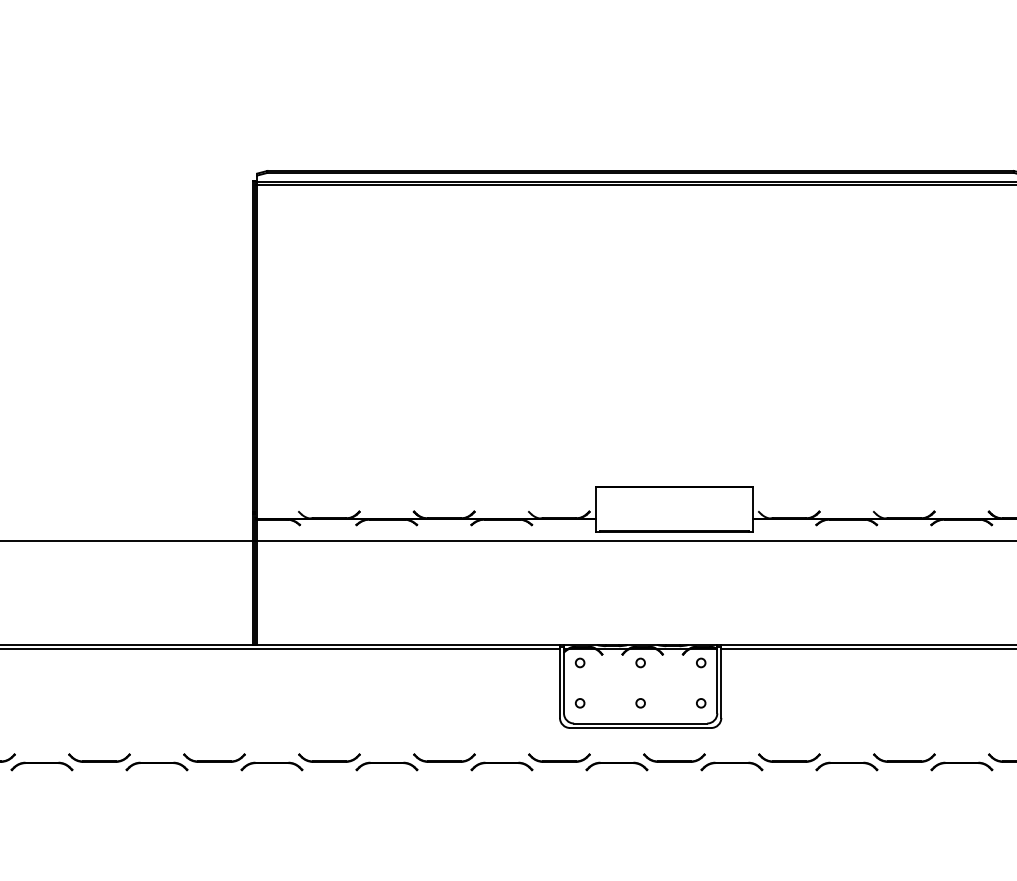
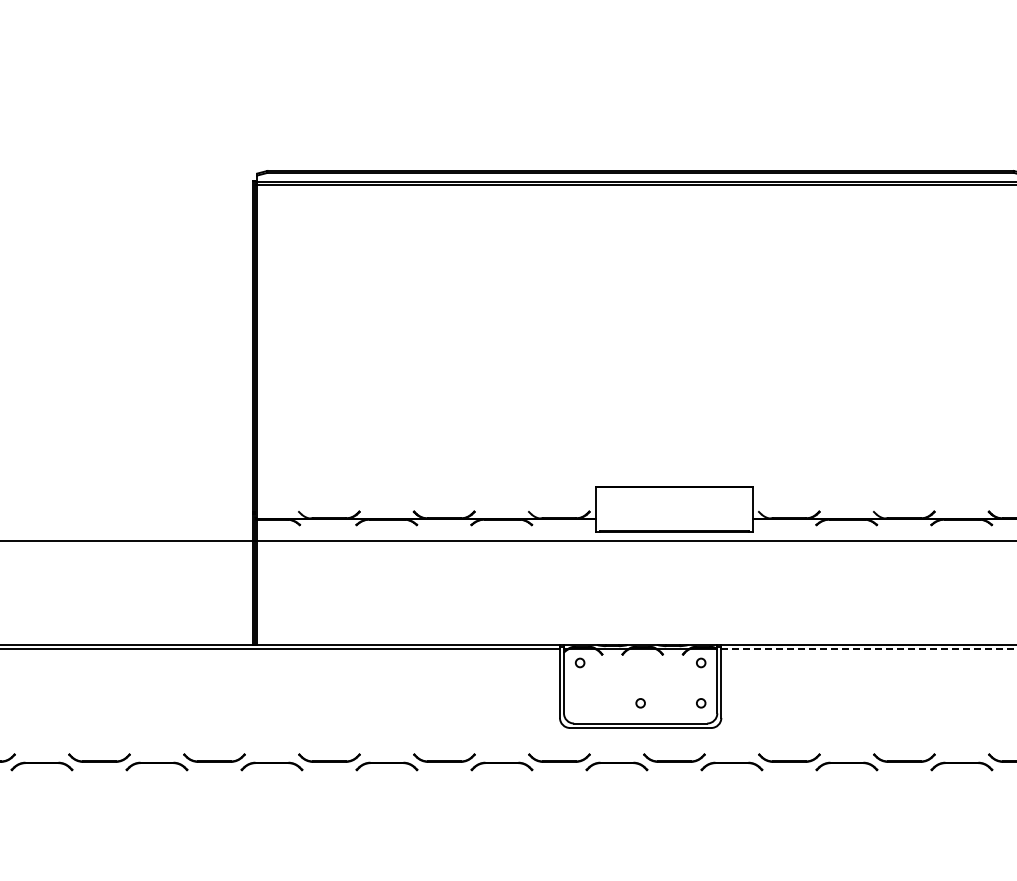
line at (869, 649): solid -> dashed
circle at (640, 662): present -> none
circle at (579, 703): present -> none
